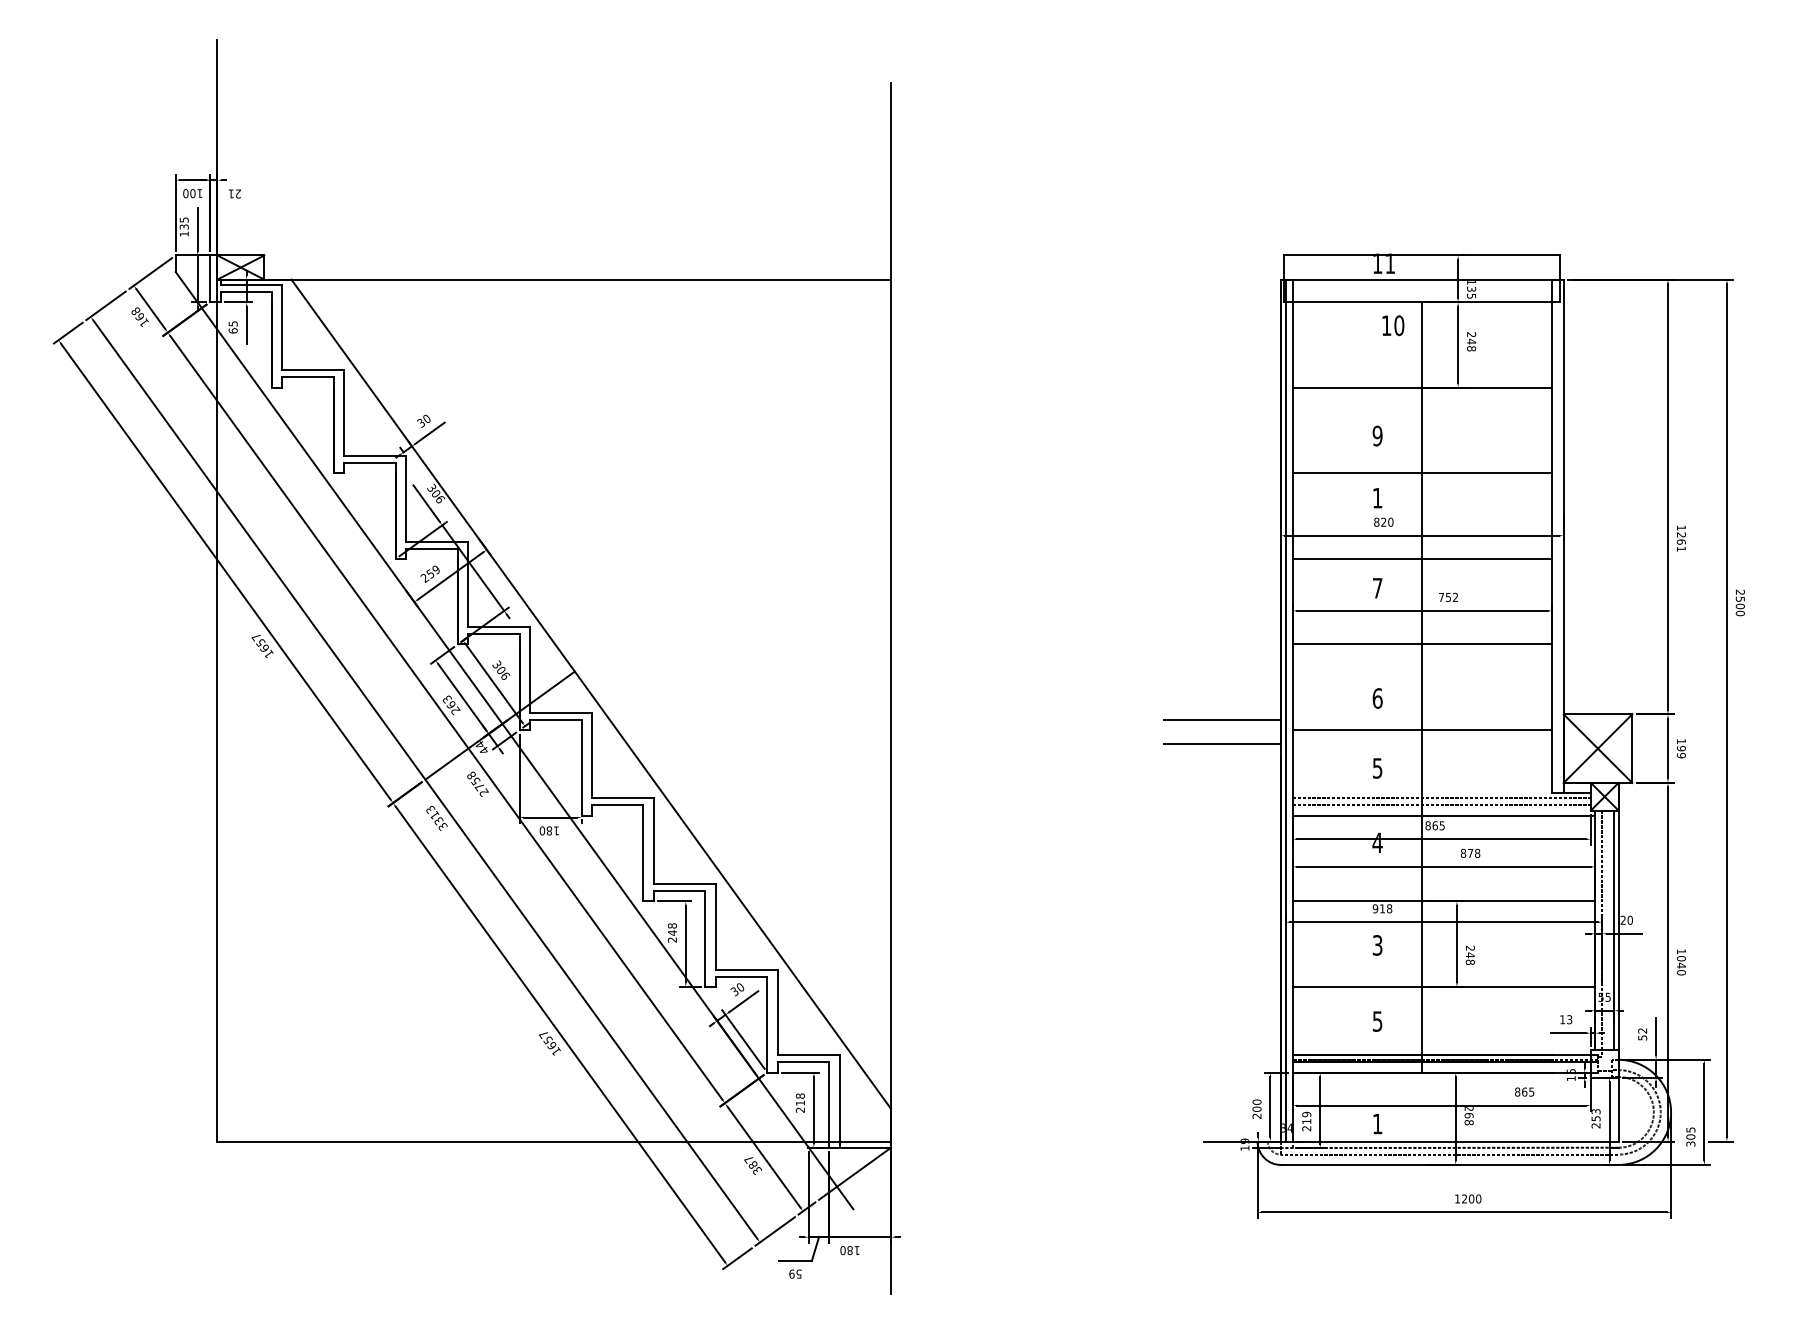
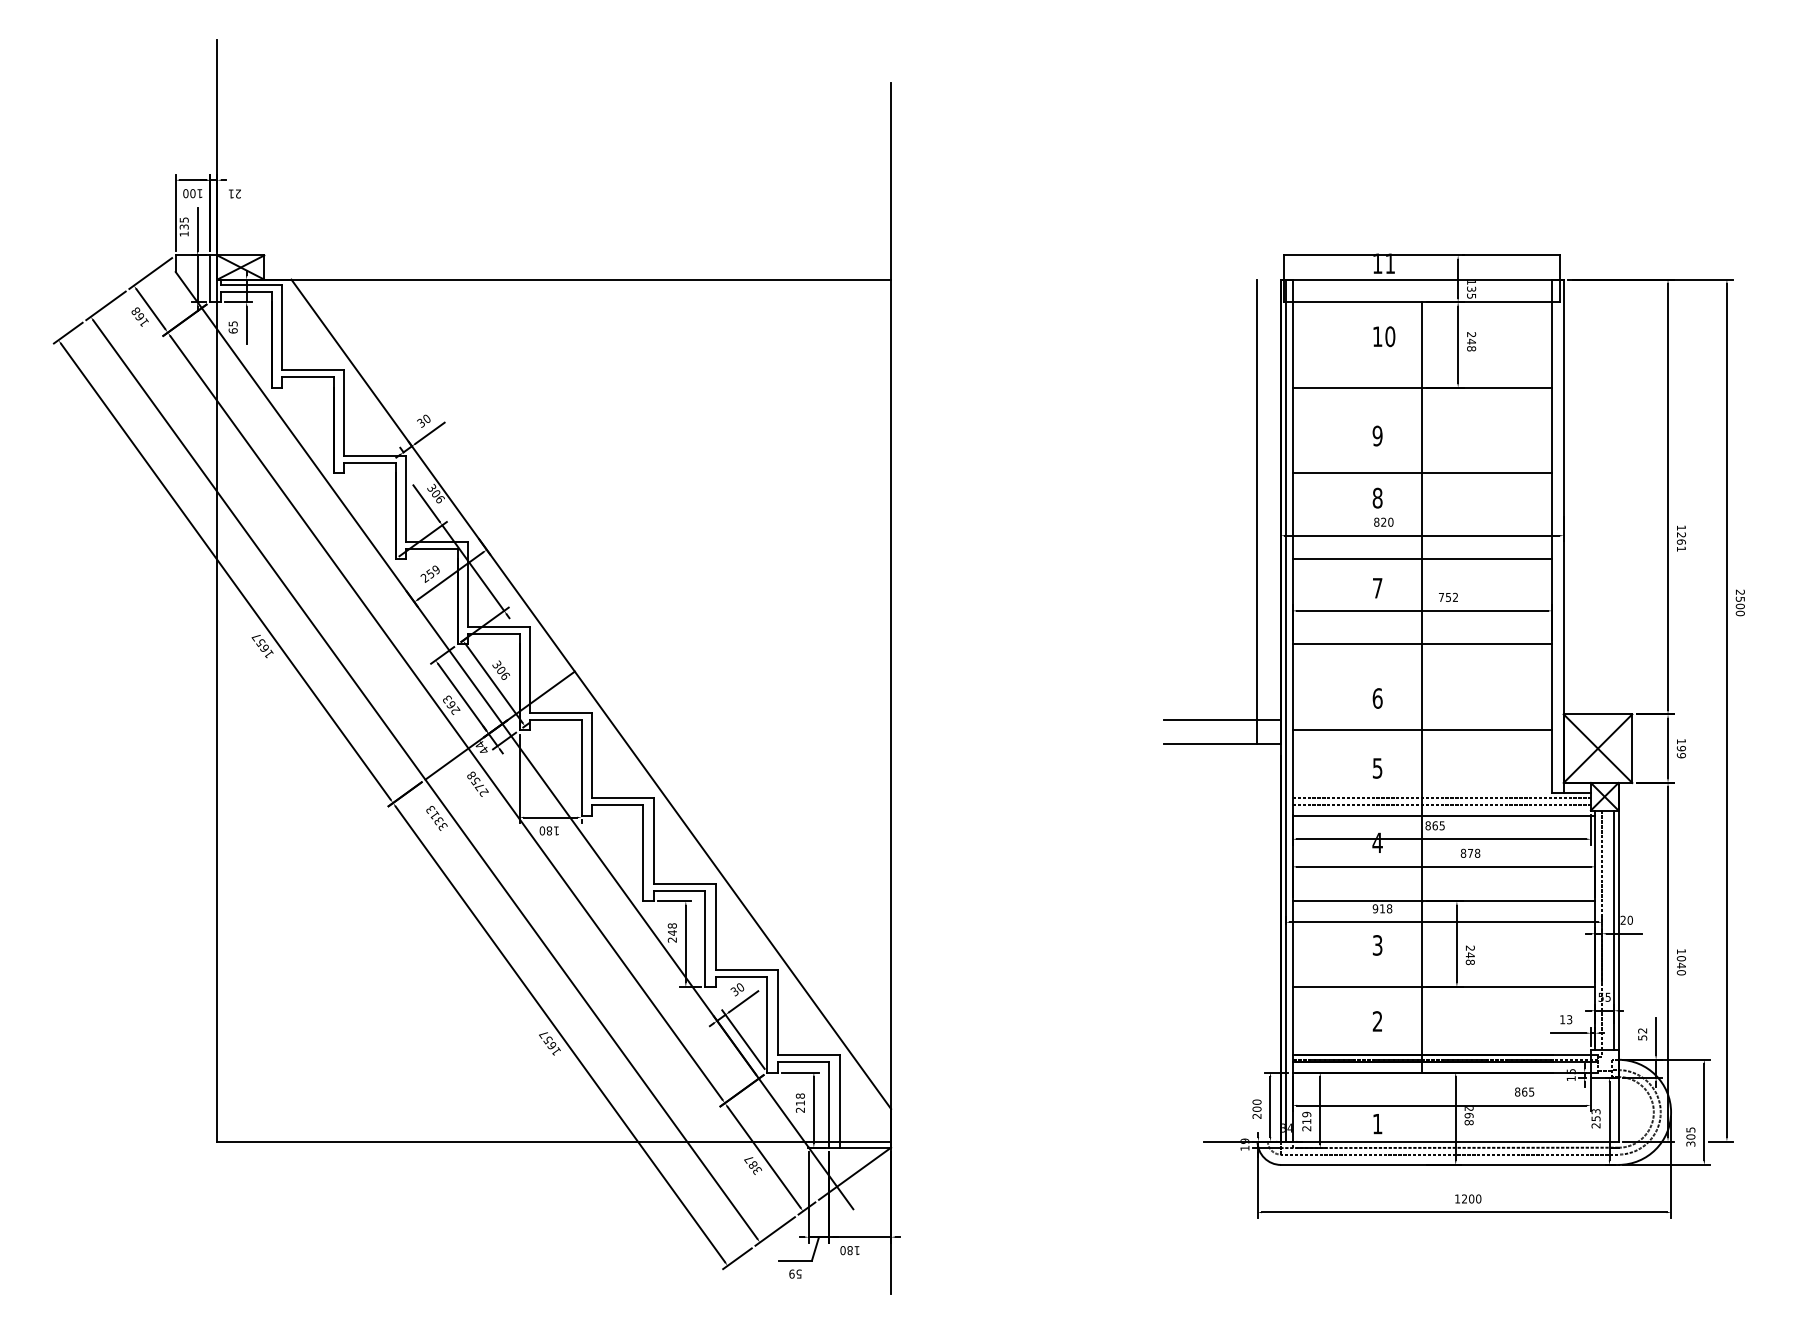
text at (1393, 325) position: (1393, 325) -> (1384, 336)
text at (1377, 497): 1 -> 8
line at (1256, 511): none -> present
text at (1377, 1021): 5 -> 2
